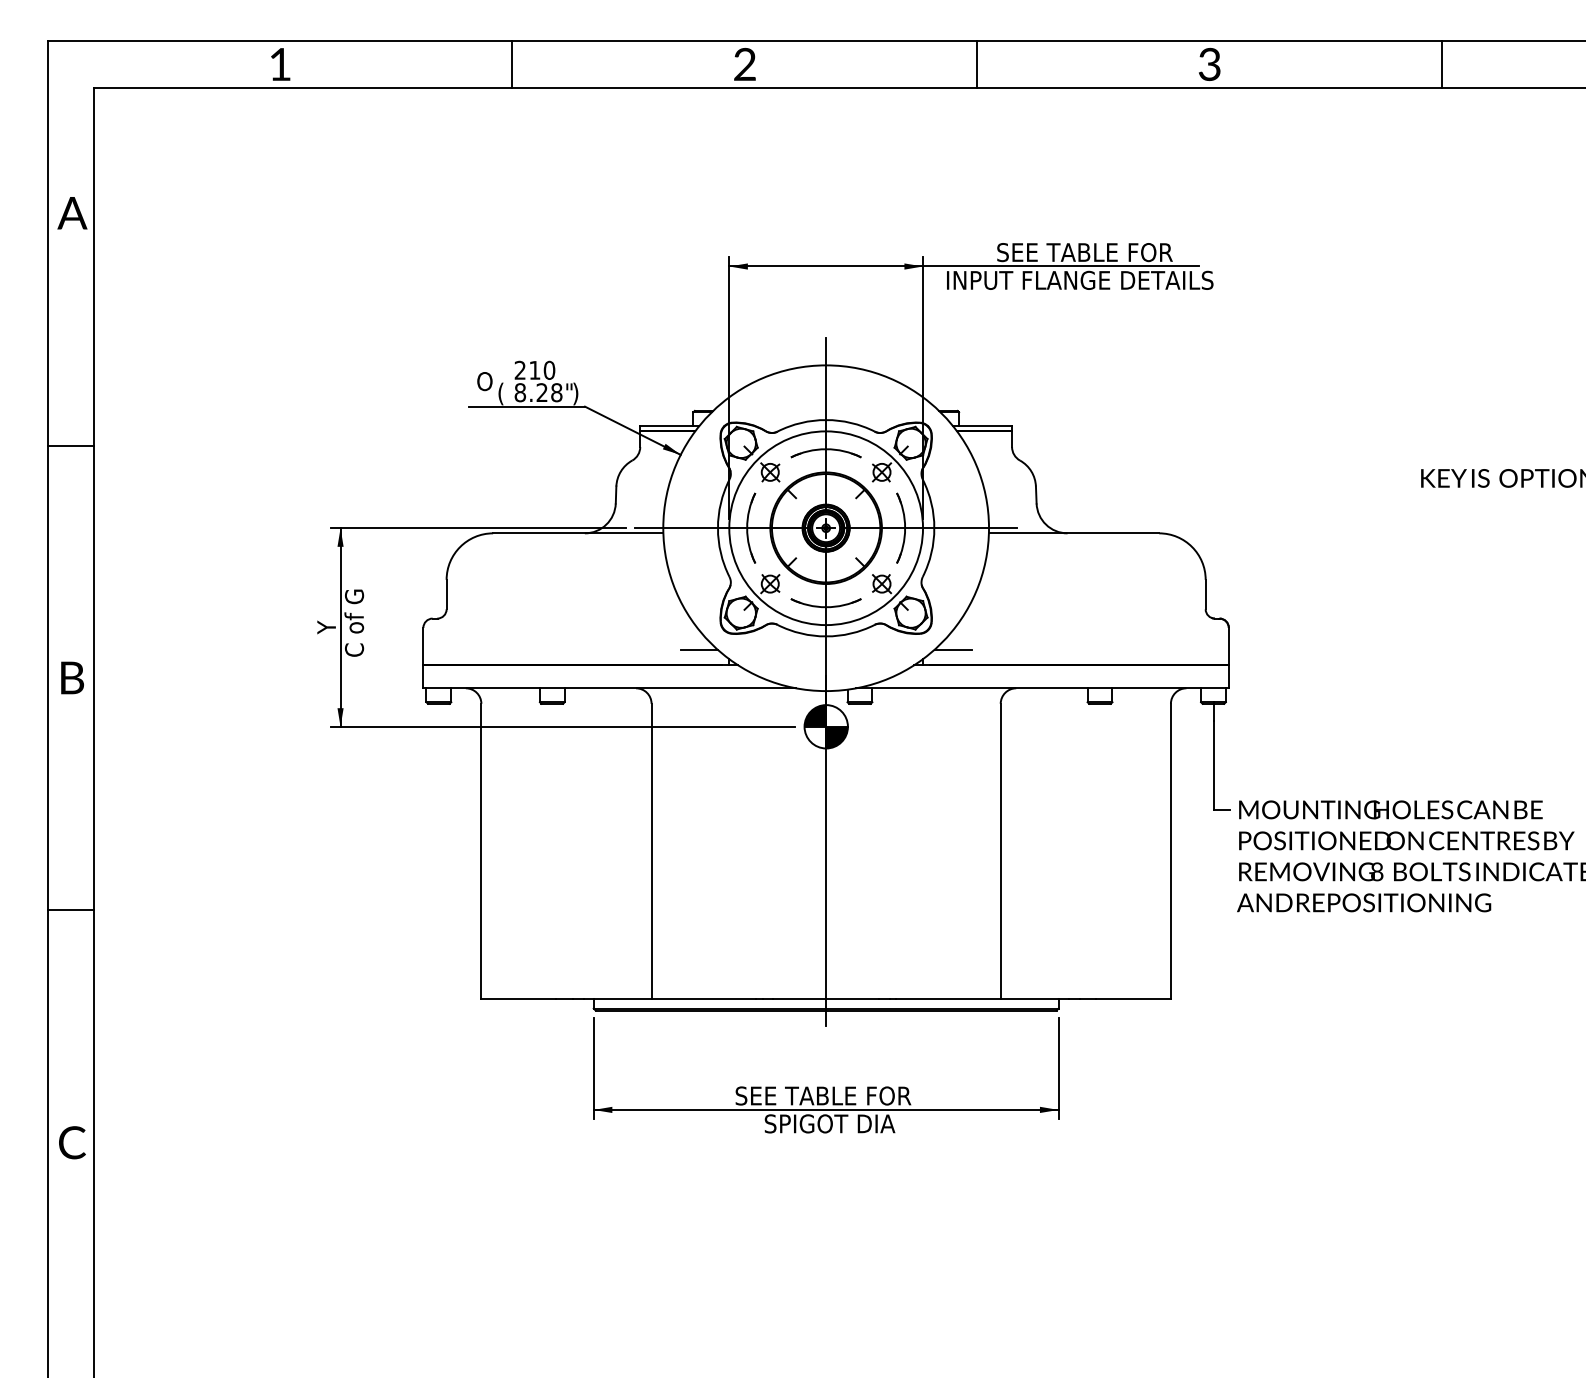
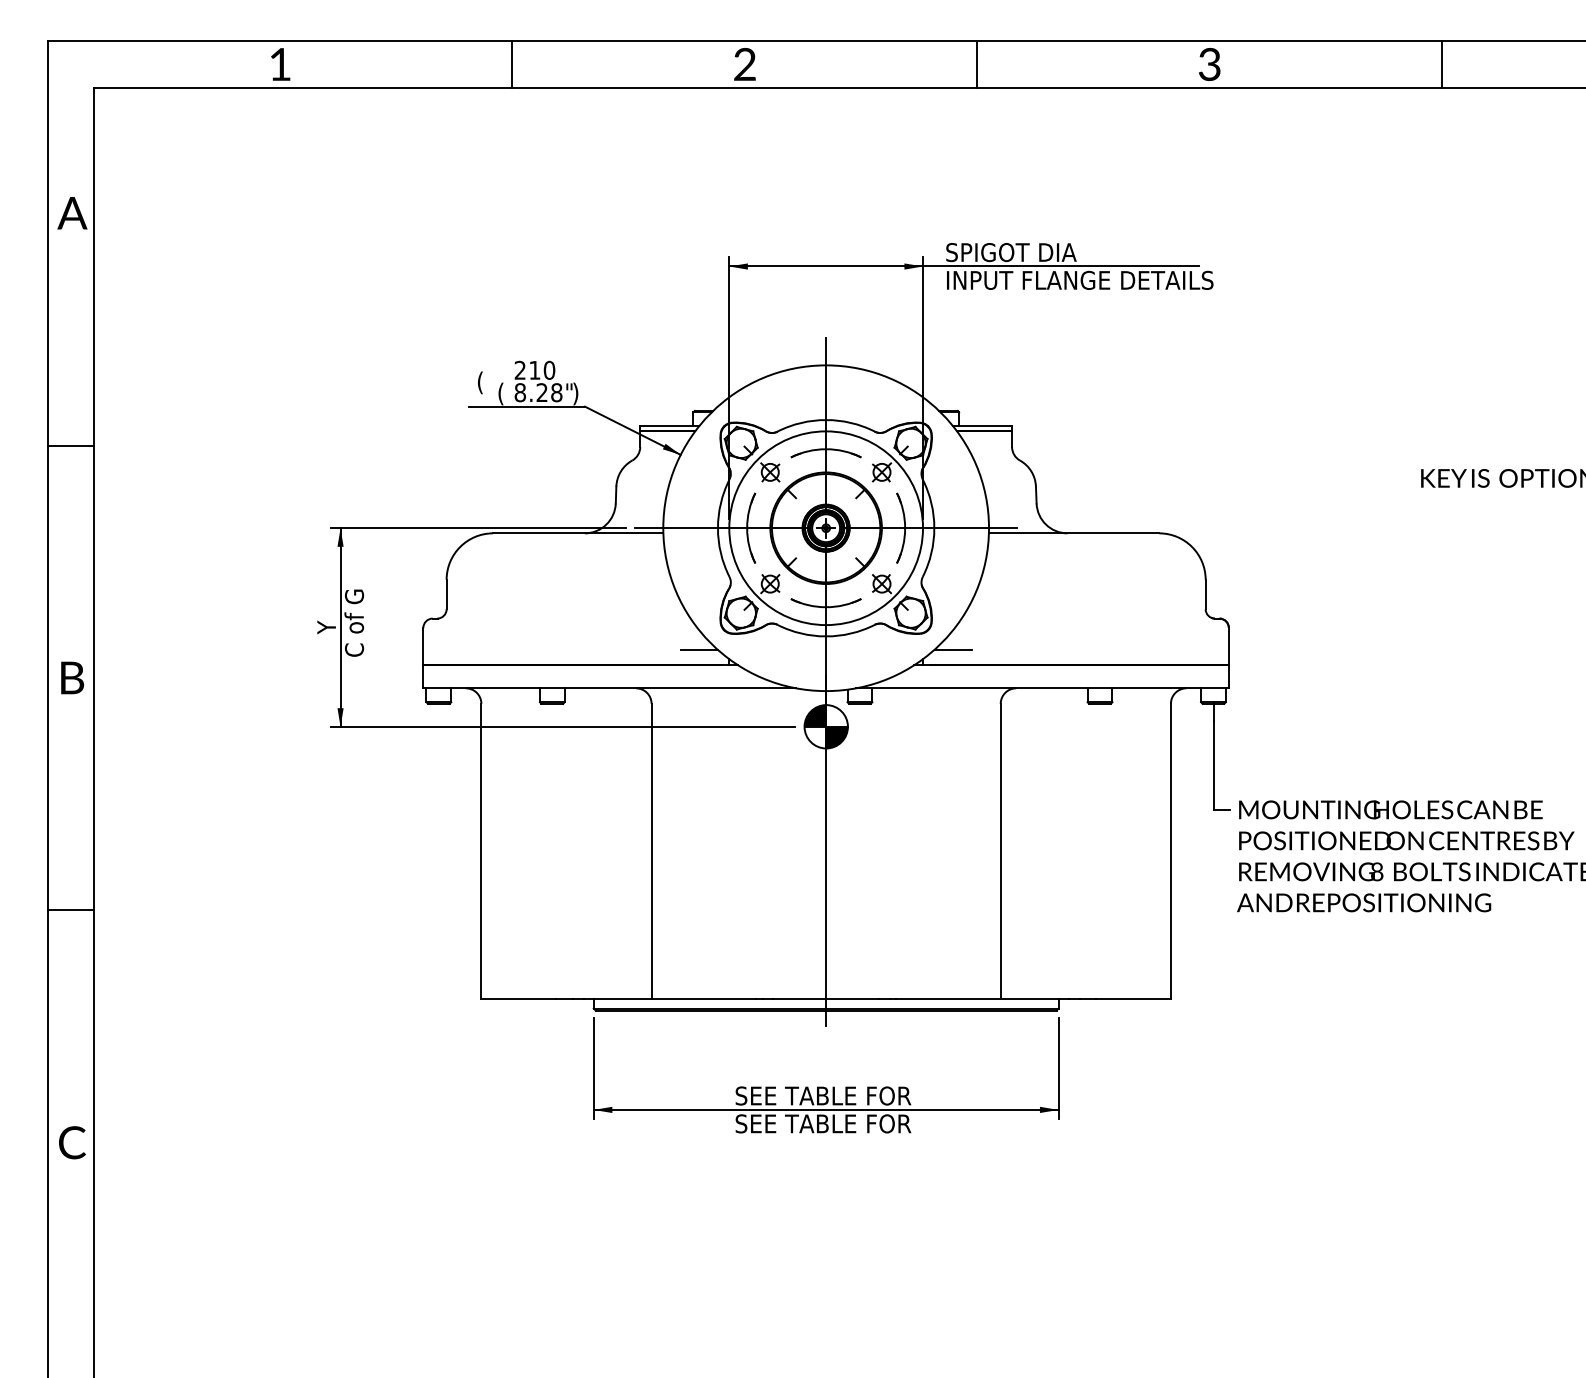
text at (1059, 252): SEE TABLE FOR -> SPIGOT DIA
text at (484, 382): O -> (
text at (823, 1123): SPIGOT DIA -> SEE TABLE FOR
